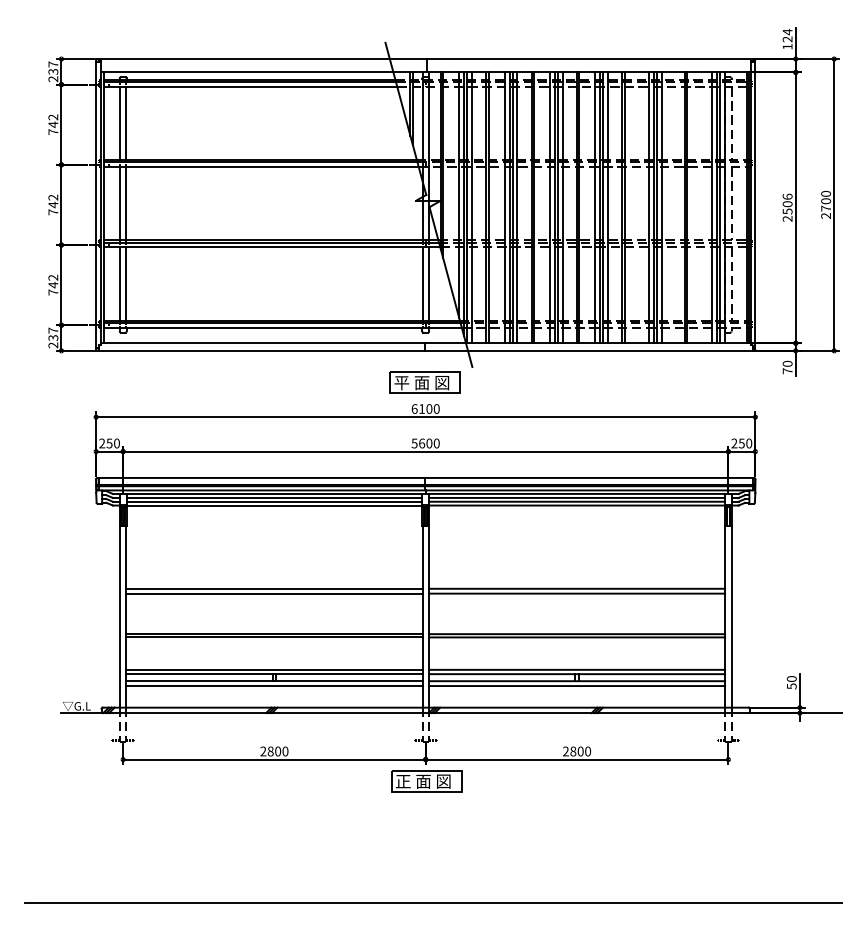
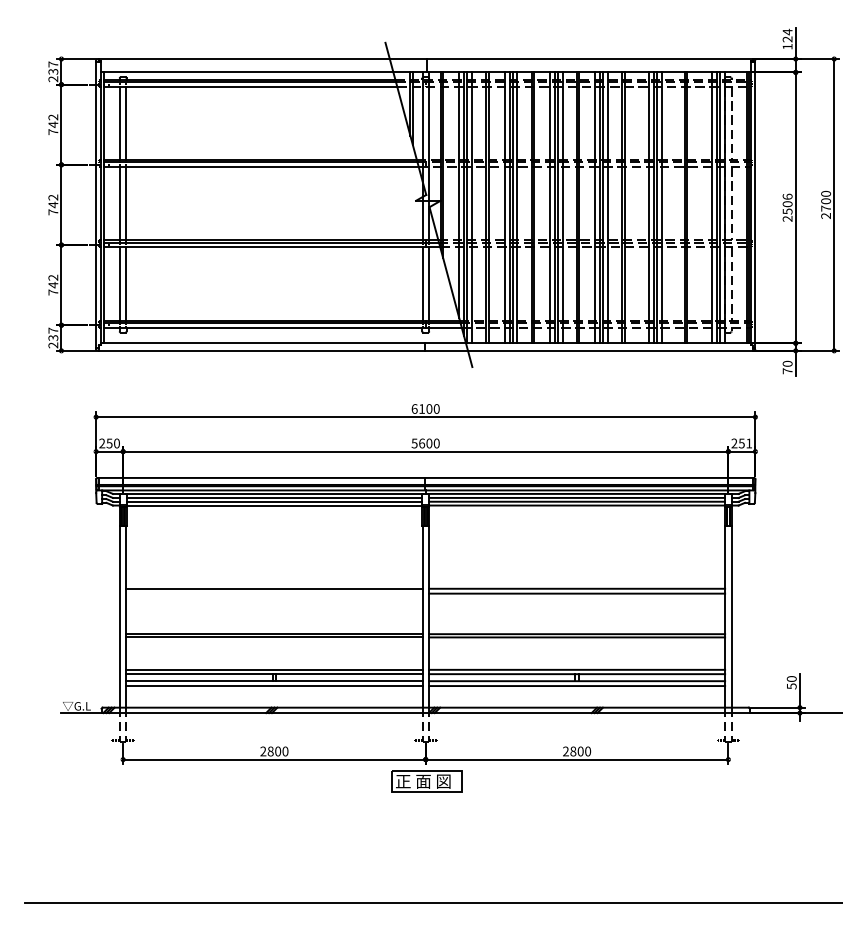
part at (424, 382): present -> none
text at (749, 443): 250 -> 251
line at (274, 593): present -> none
